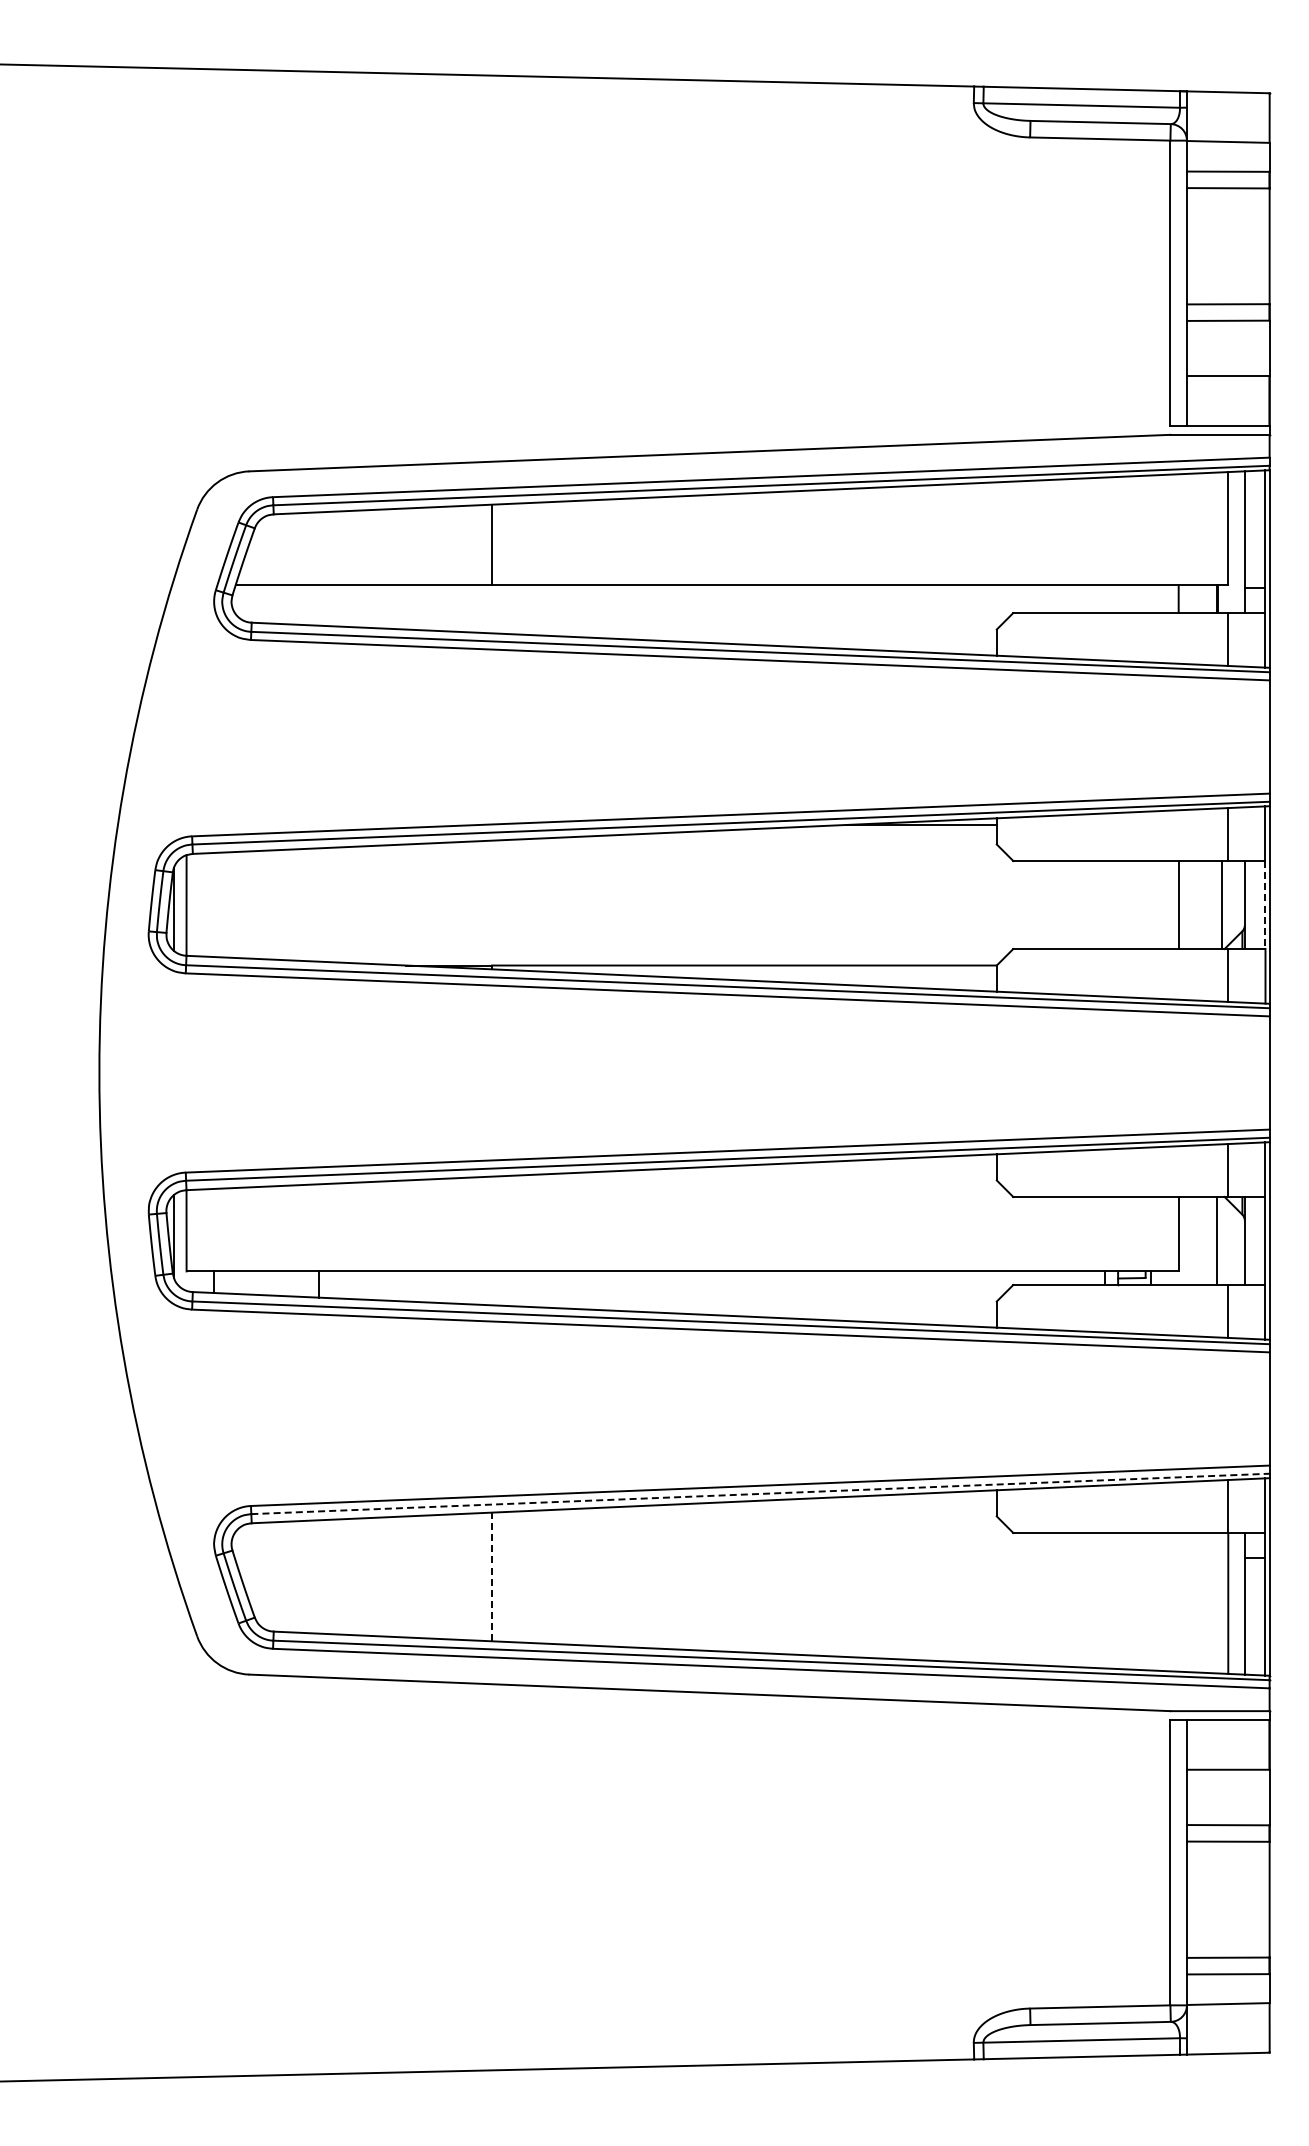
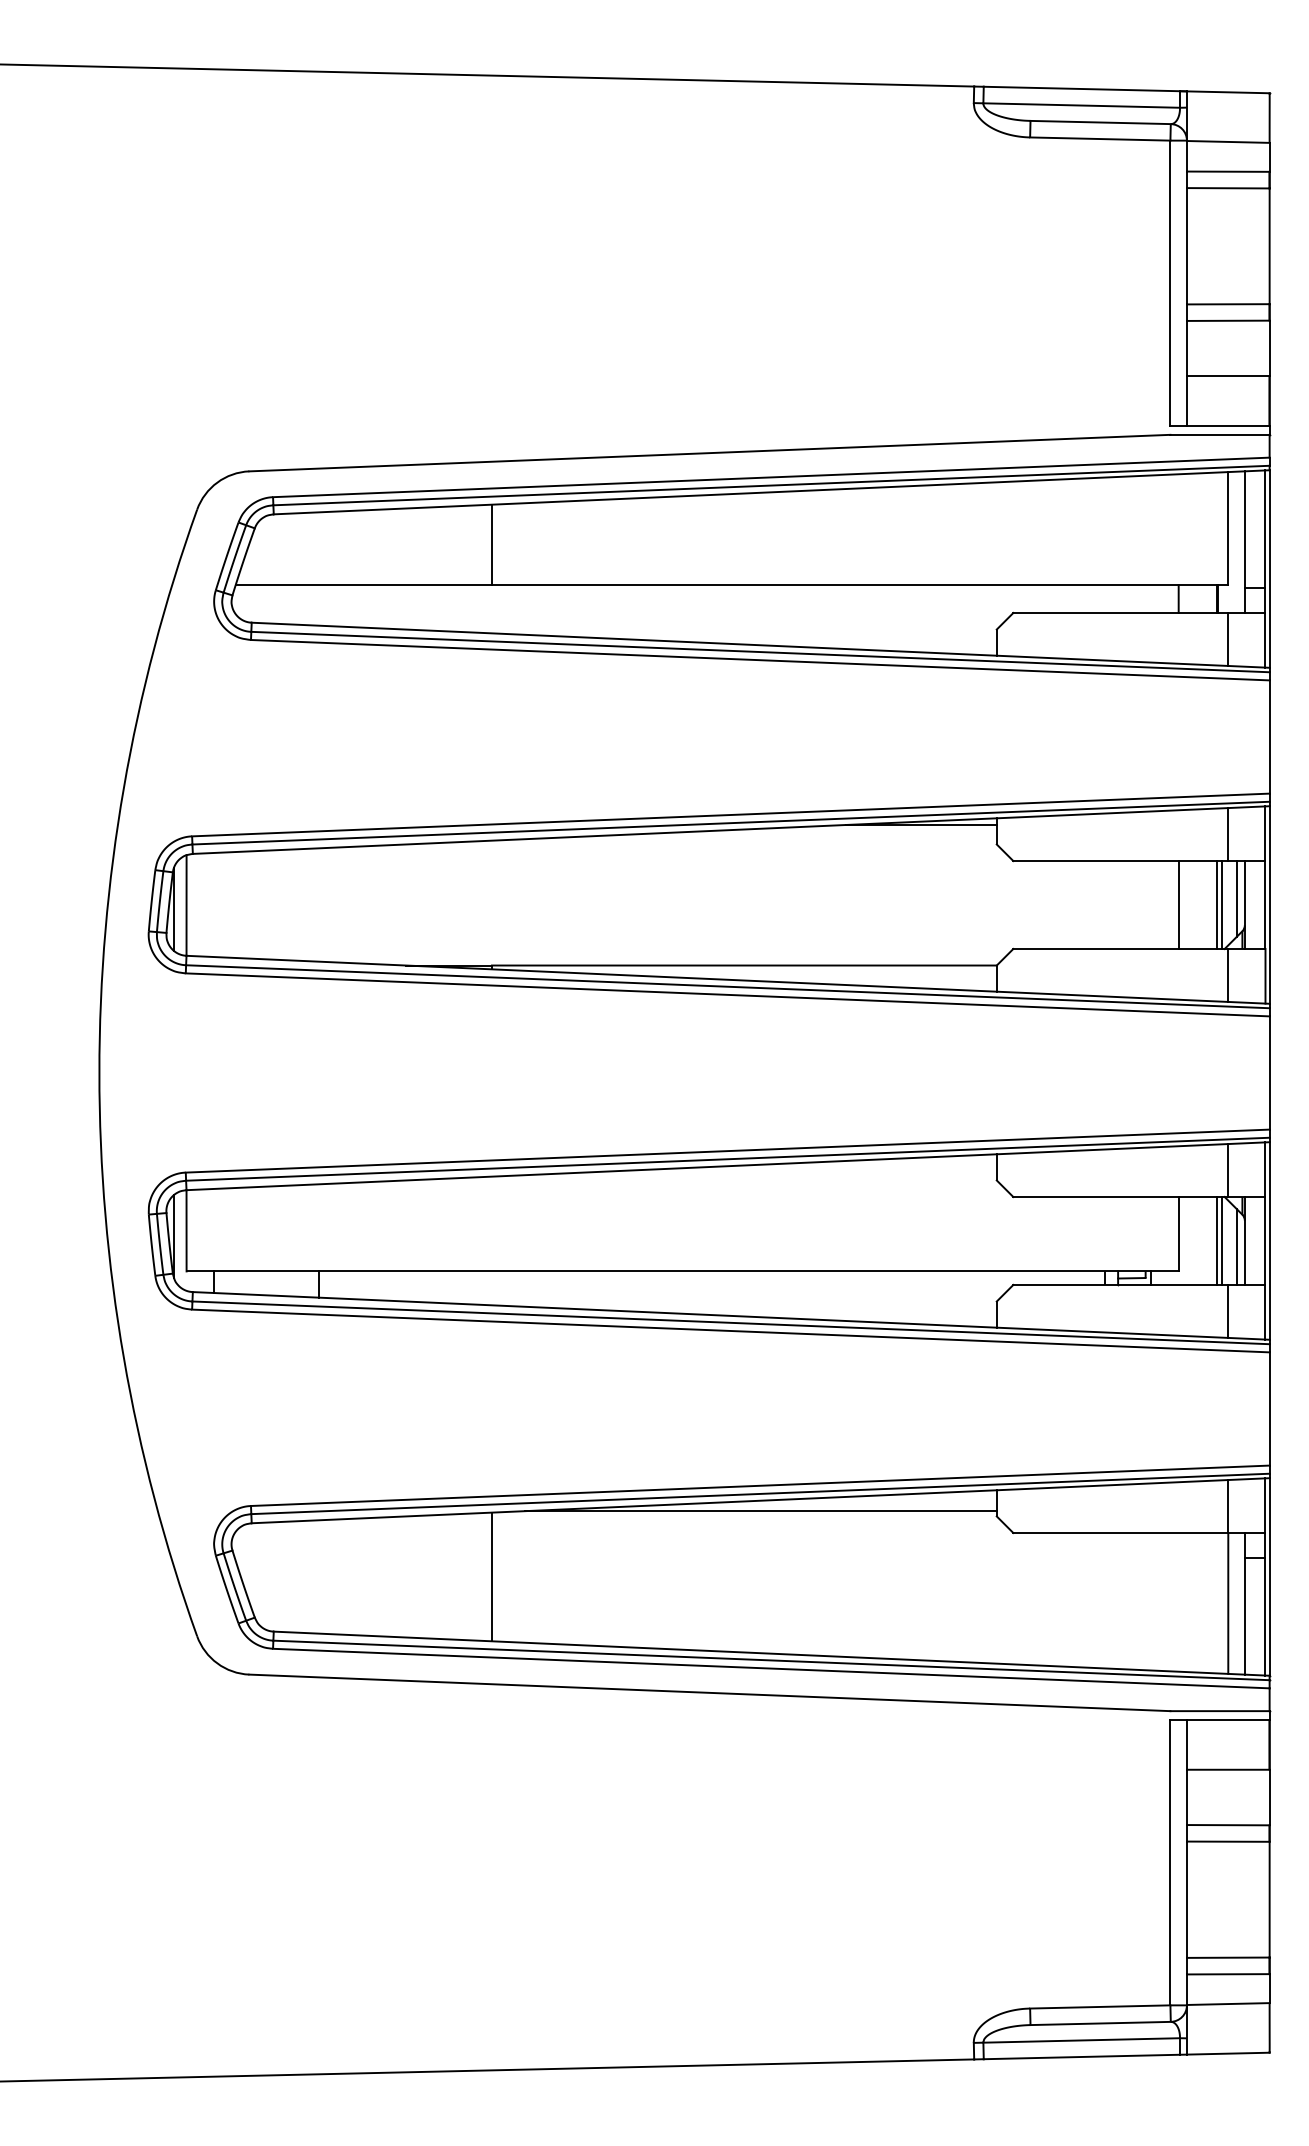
line at (1236, 899): none -> present
line at (1216, 904): none -> present
line at (1265, 905): dashed -> solid
line at (1222, 1240): none -> present
line at (1236, 1246): none -> present
line at (760, 1493): dashed -> solid
line at (760, 1511): none -> present
line at (491, 1576): dashed -> solid
